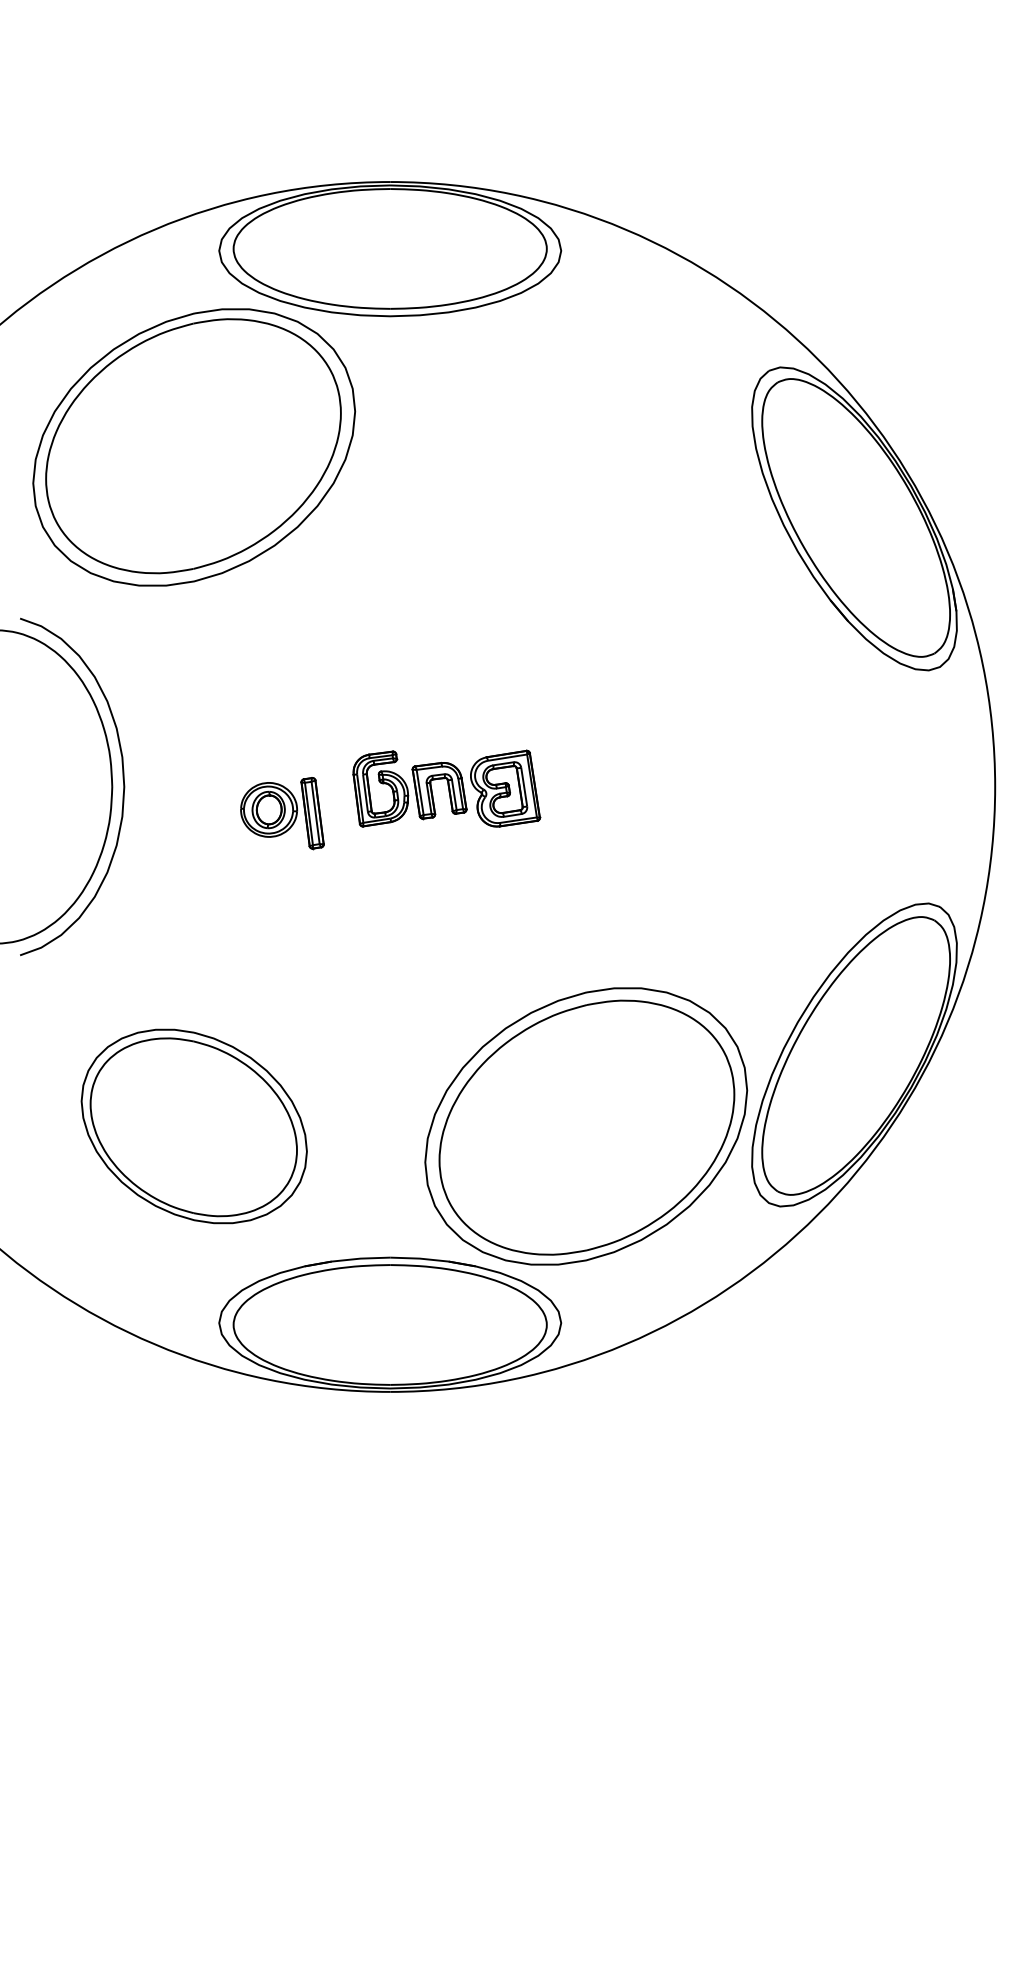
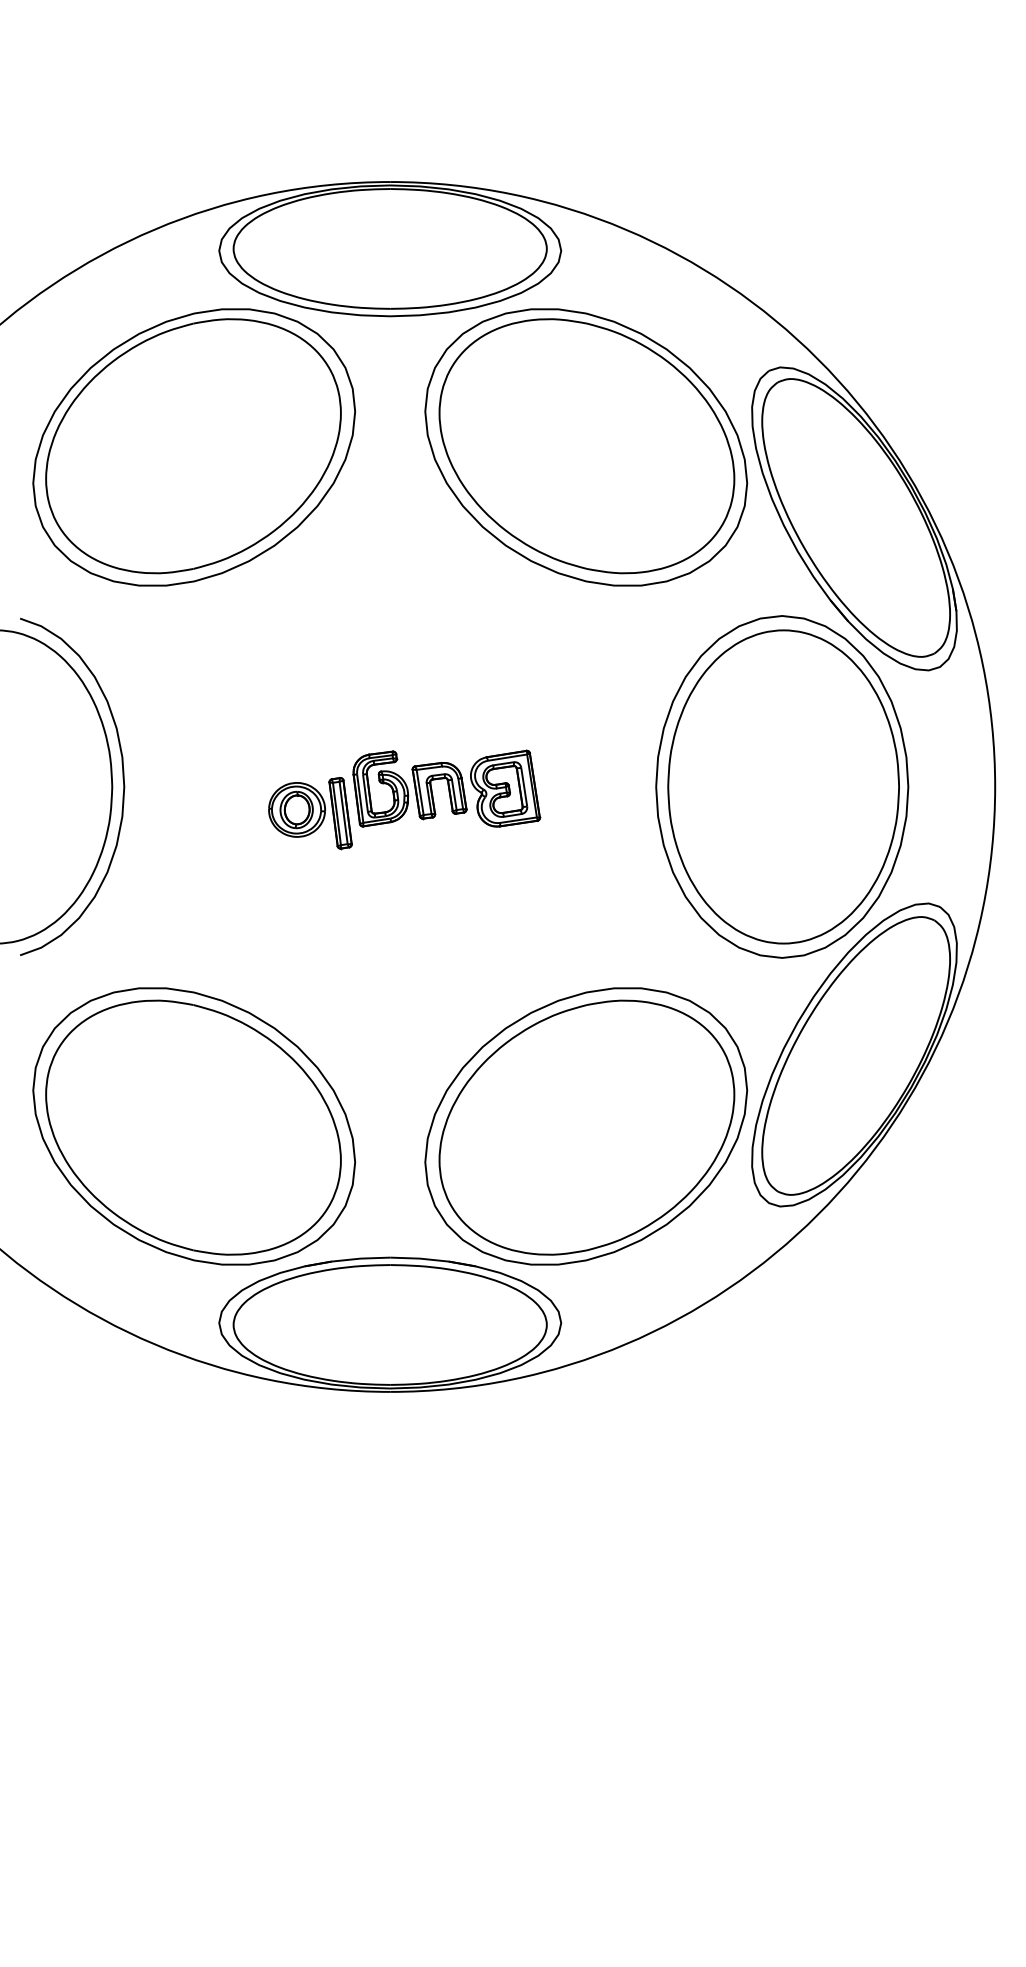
part at (586, 447): none -> present
part at (782, 786): none -> present
part at (282, 813) position: (282, 813) -> (310, 813)
part at (193, 1126) size: 228x197 px -> 325x279 px
